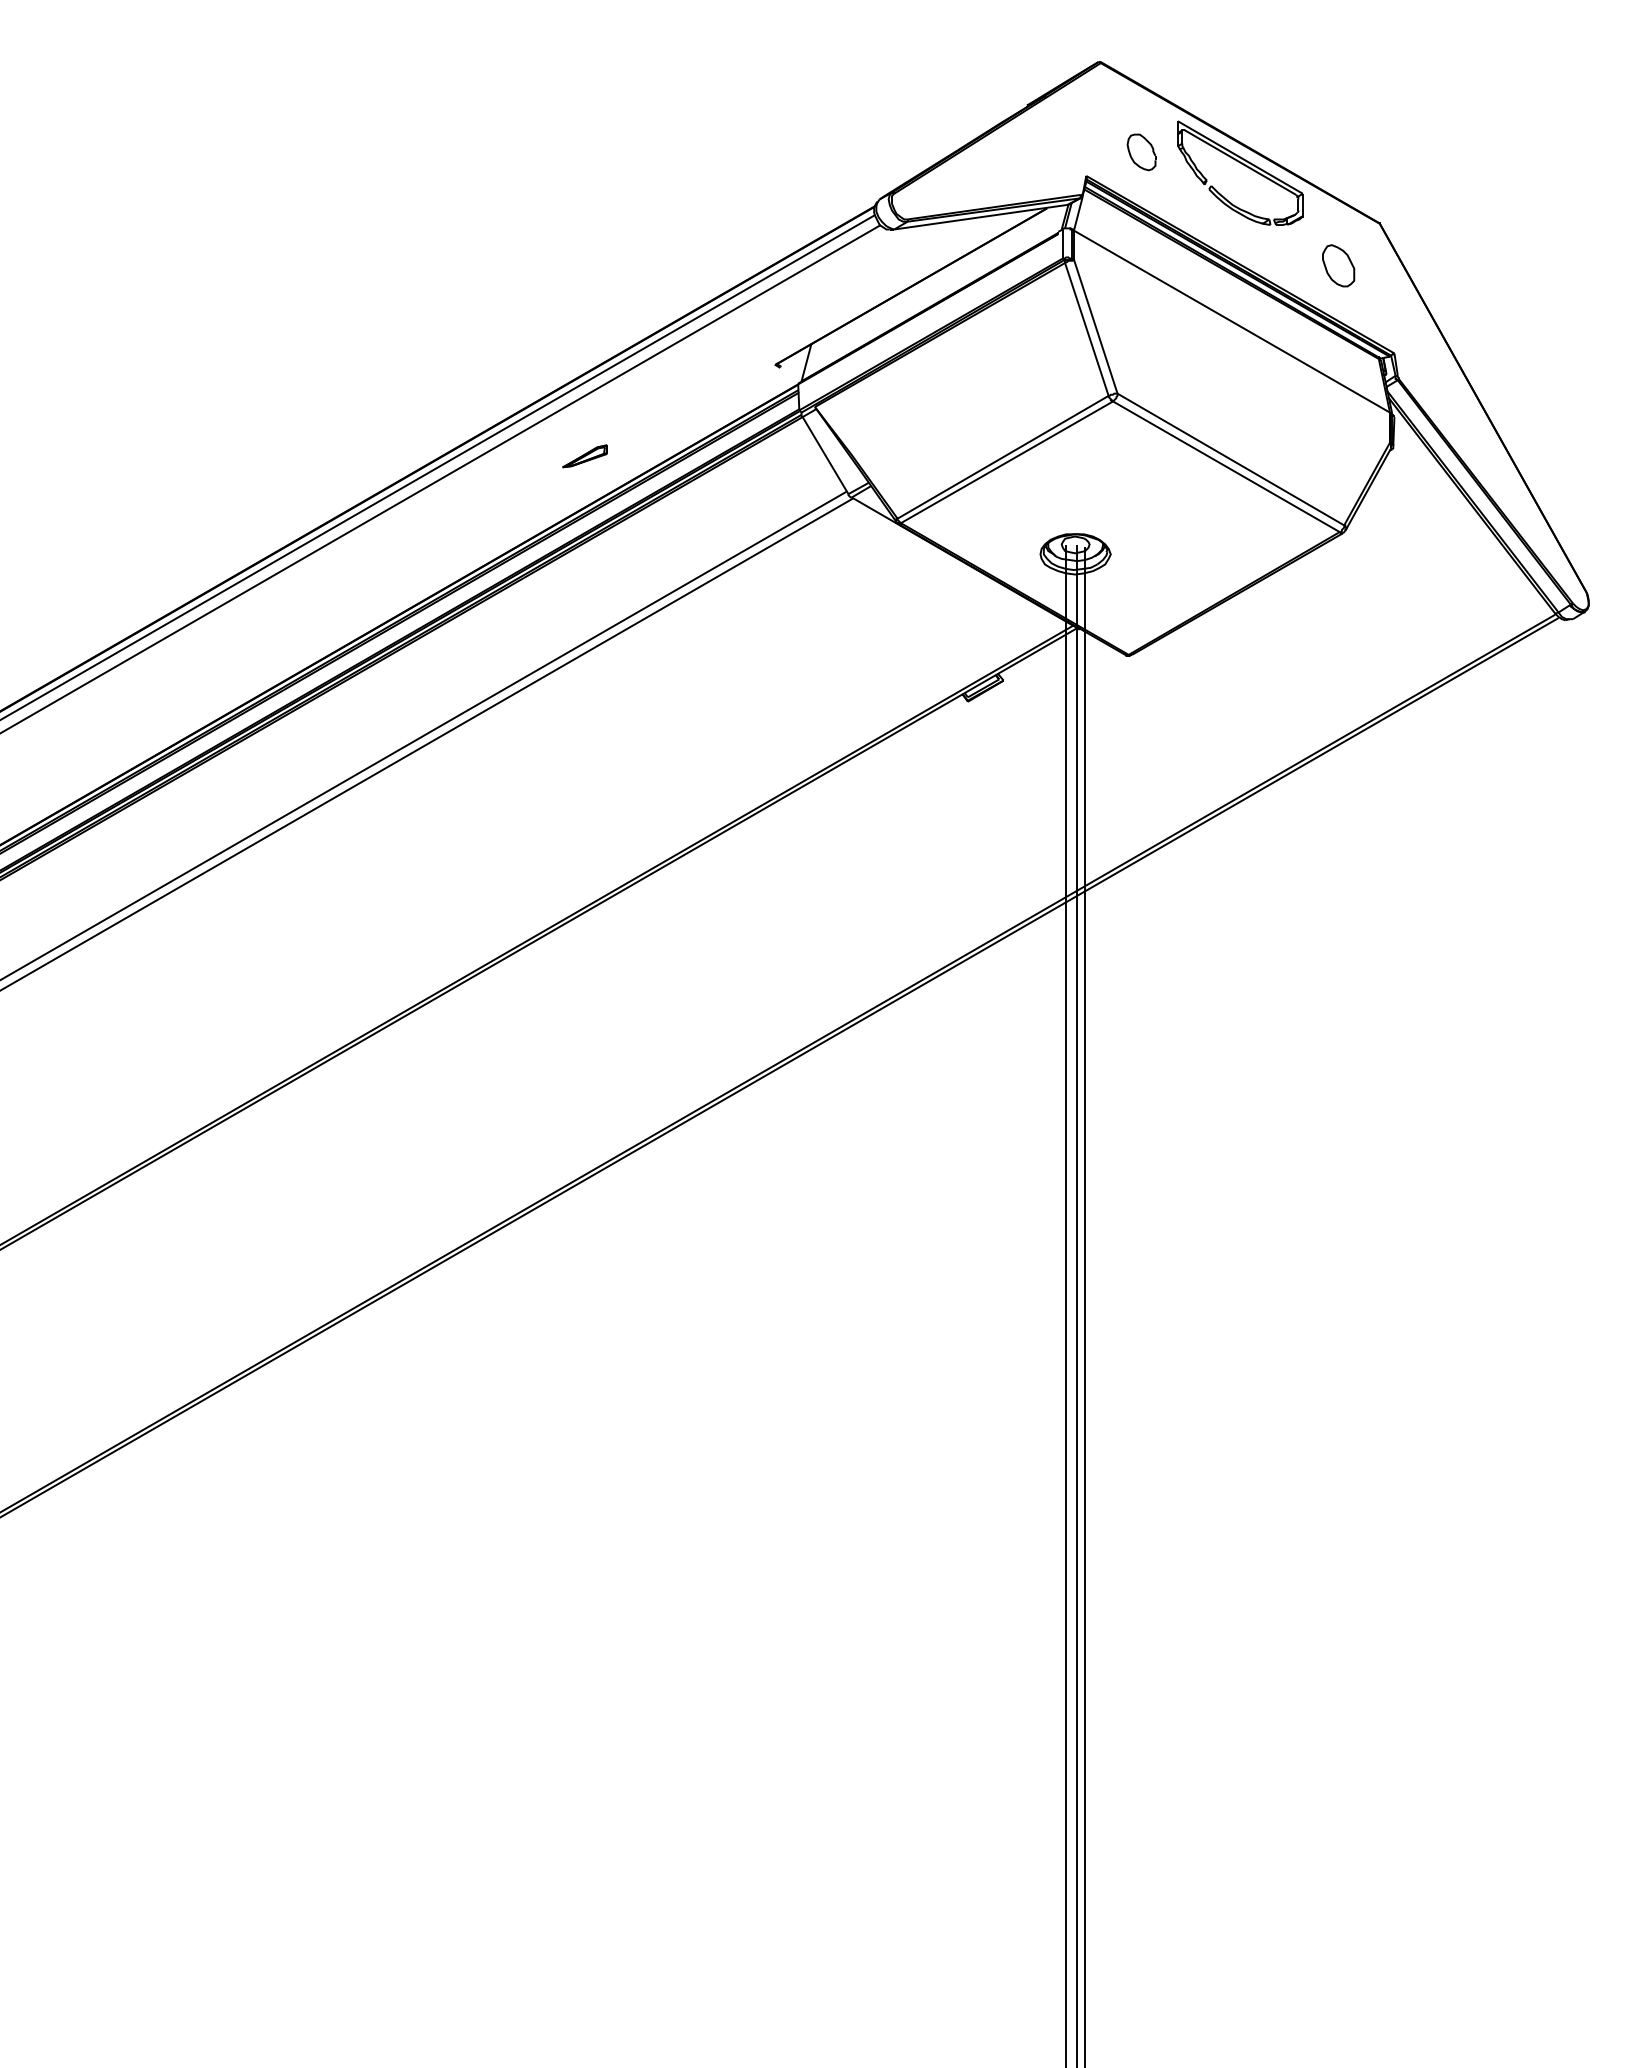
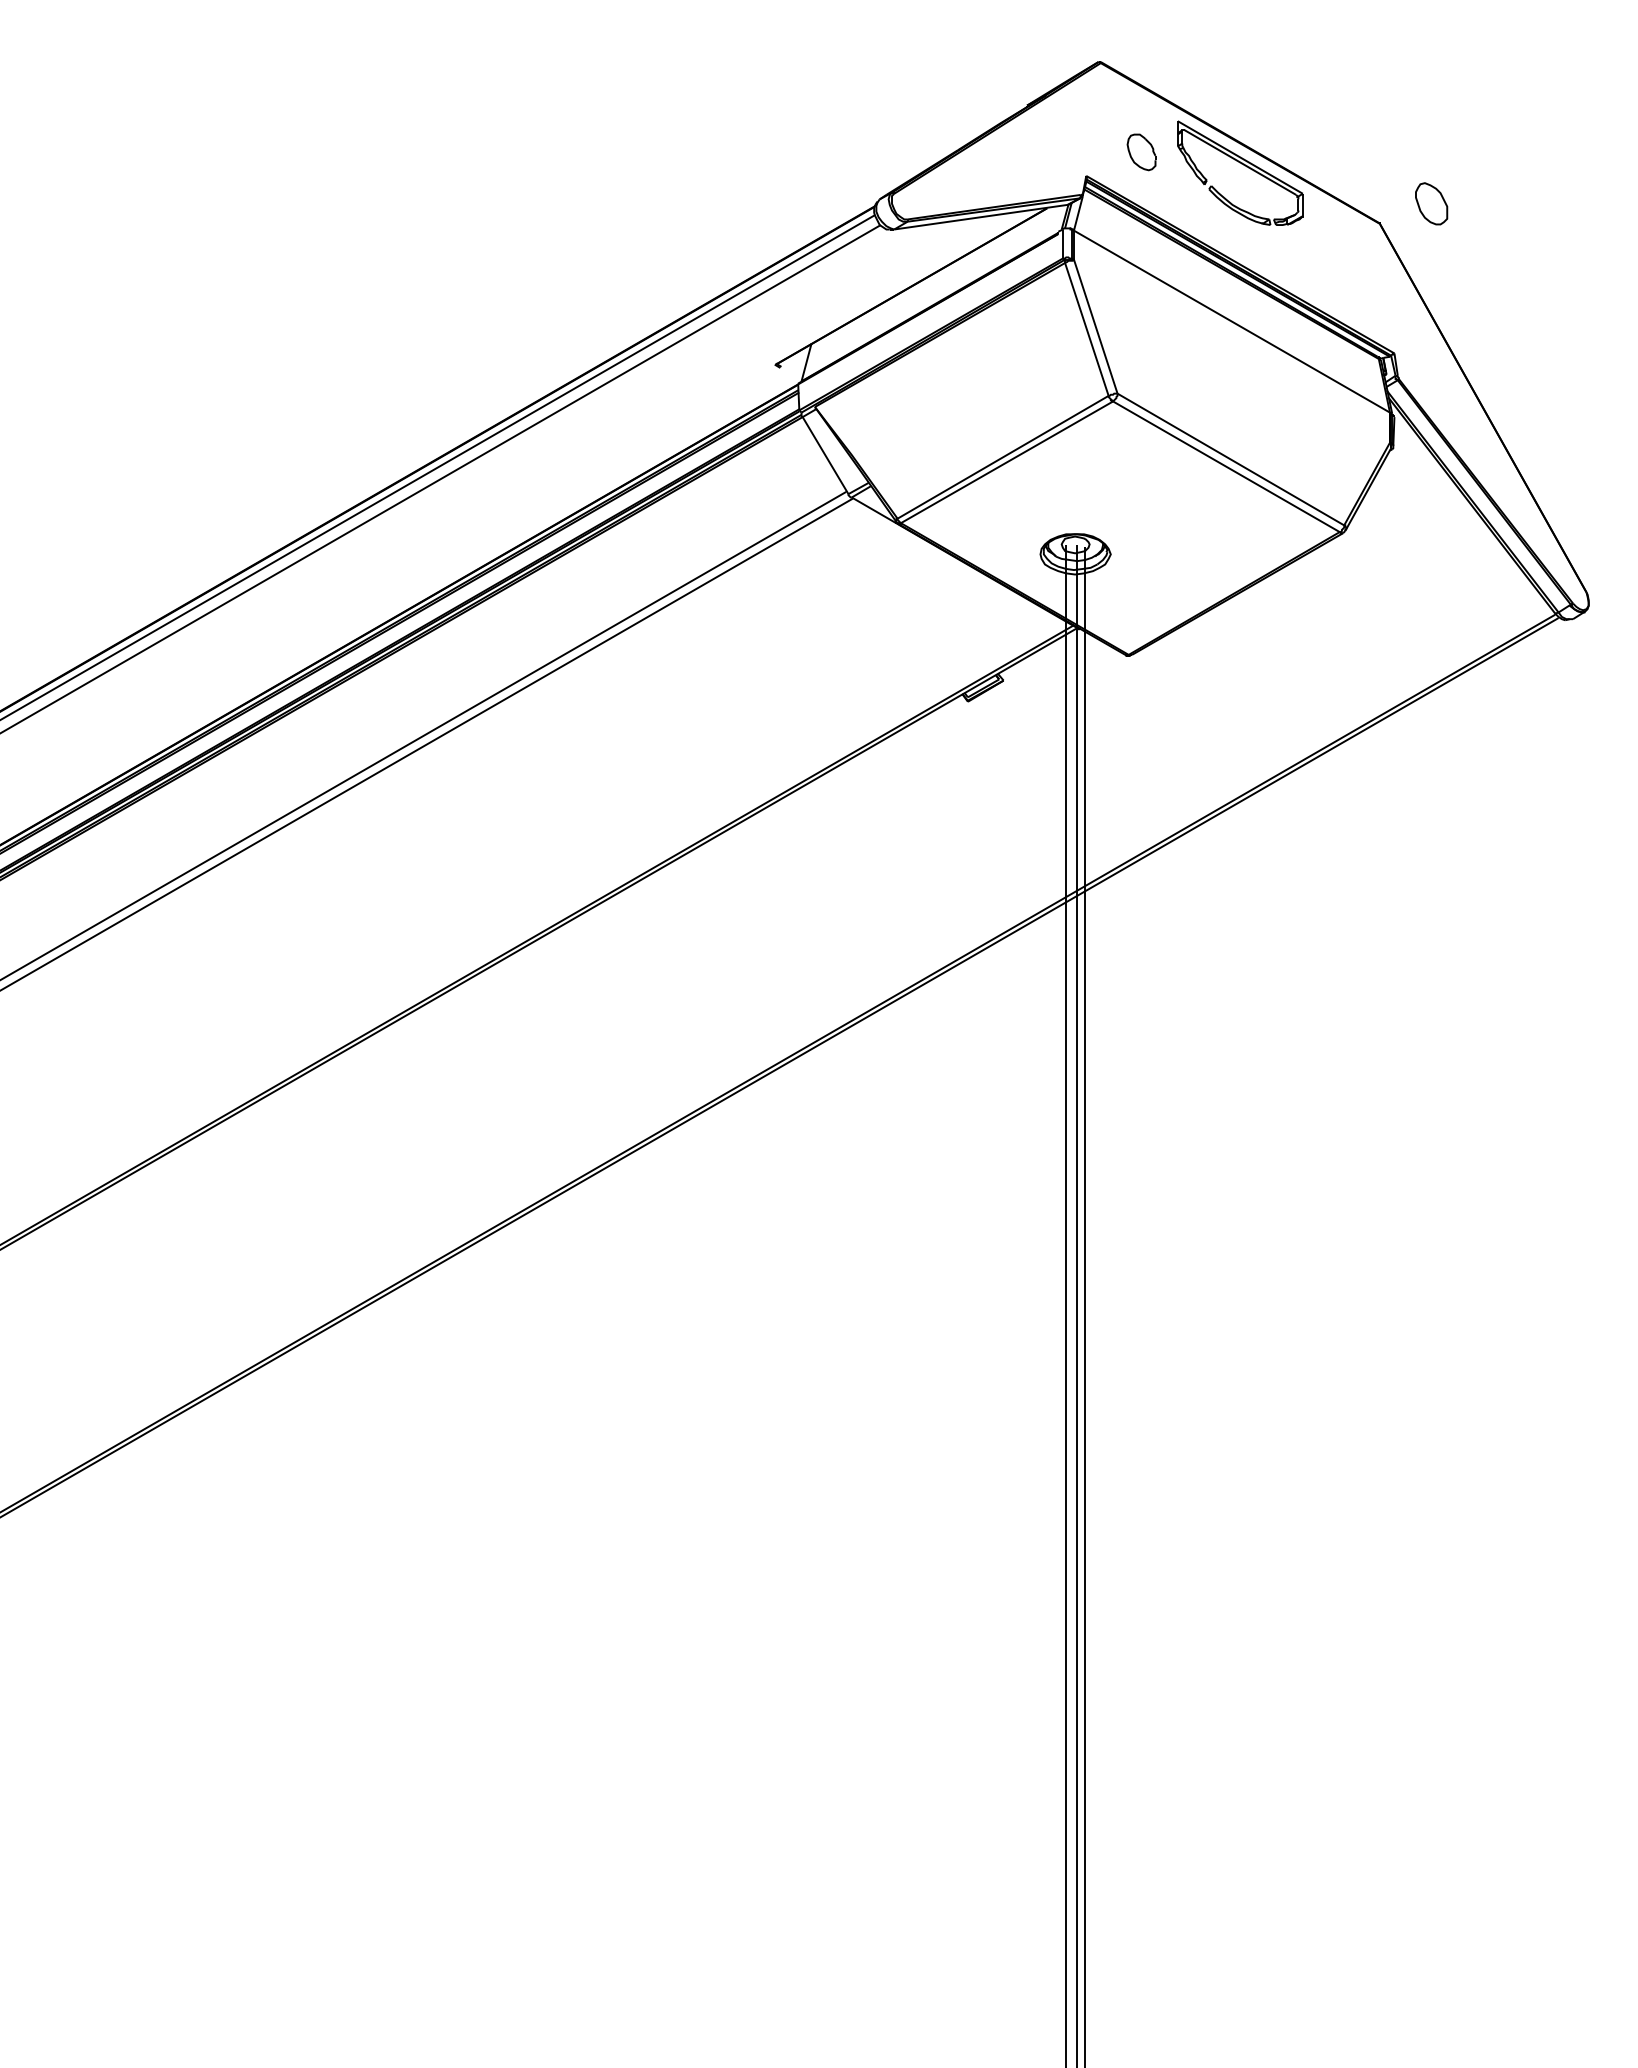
part at (1338, 265) position: (1338, 265) -> (1431, 203)
part at (584, 456): present -> none
